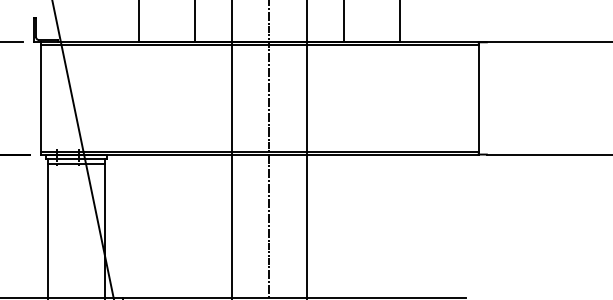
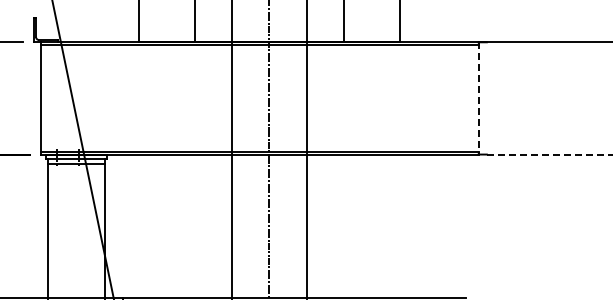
line at (478, 98): solid -> dashed
line at (549, 154): solid -> dashed
